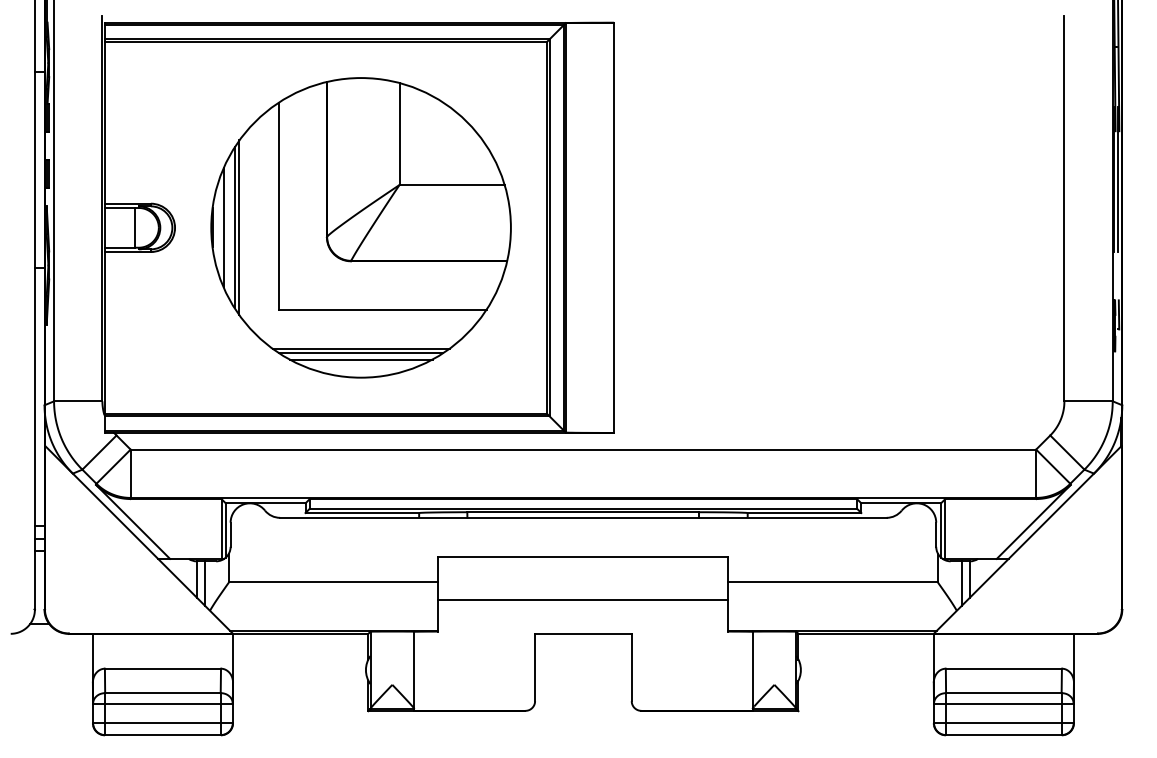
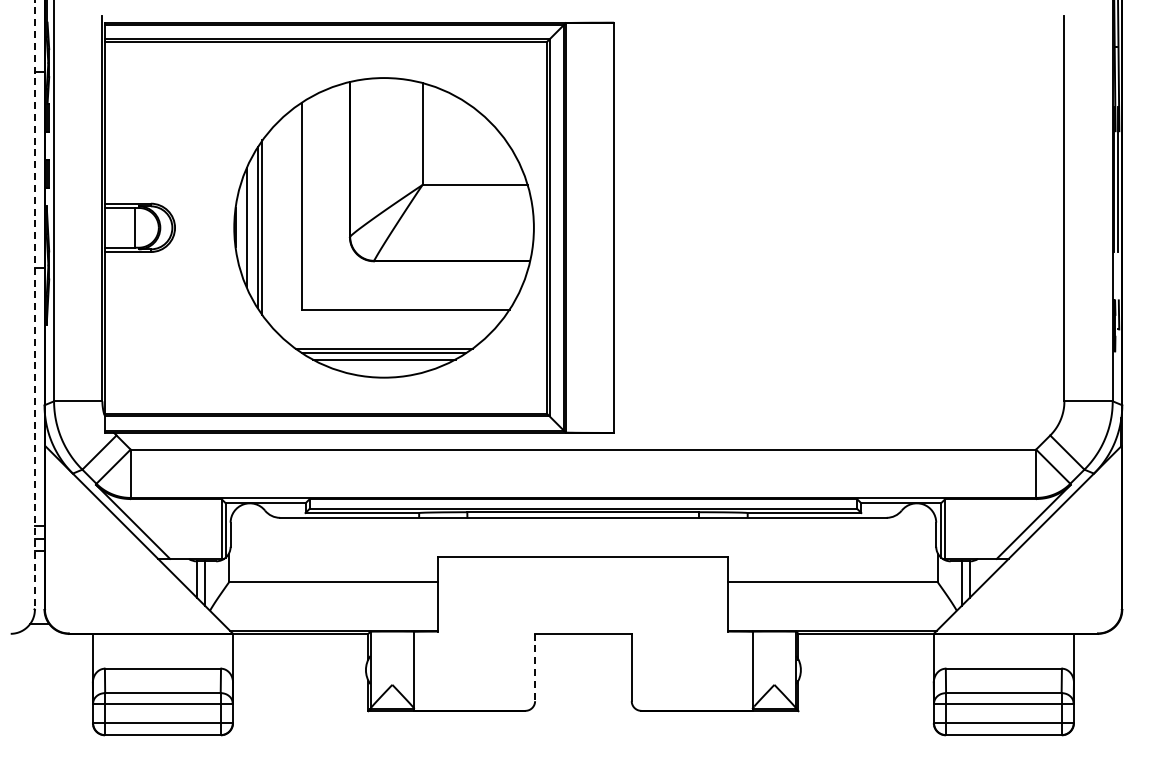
part at (360, 227) position: (360, 227) -> (383, 227)
line at (34, 305): solid -> dashed
line at (583, 600): present -> none
line at (535, 667): solid -> dashed
